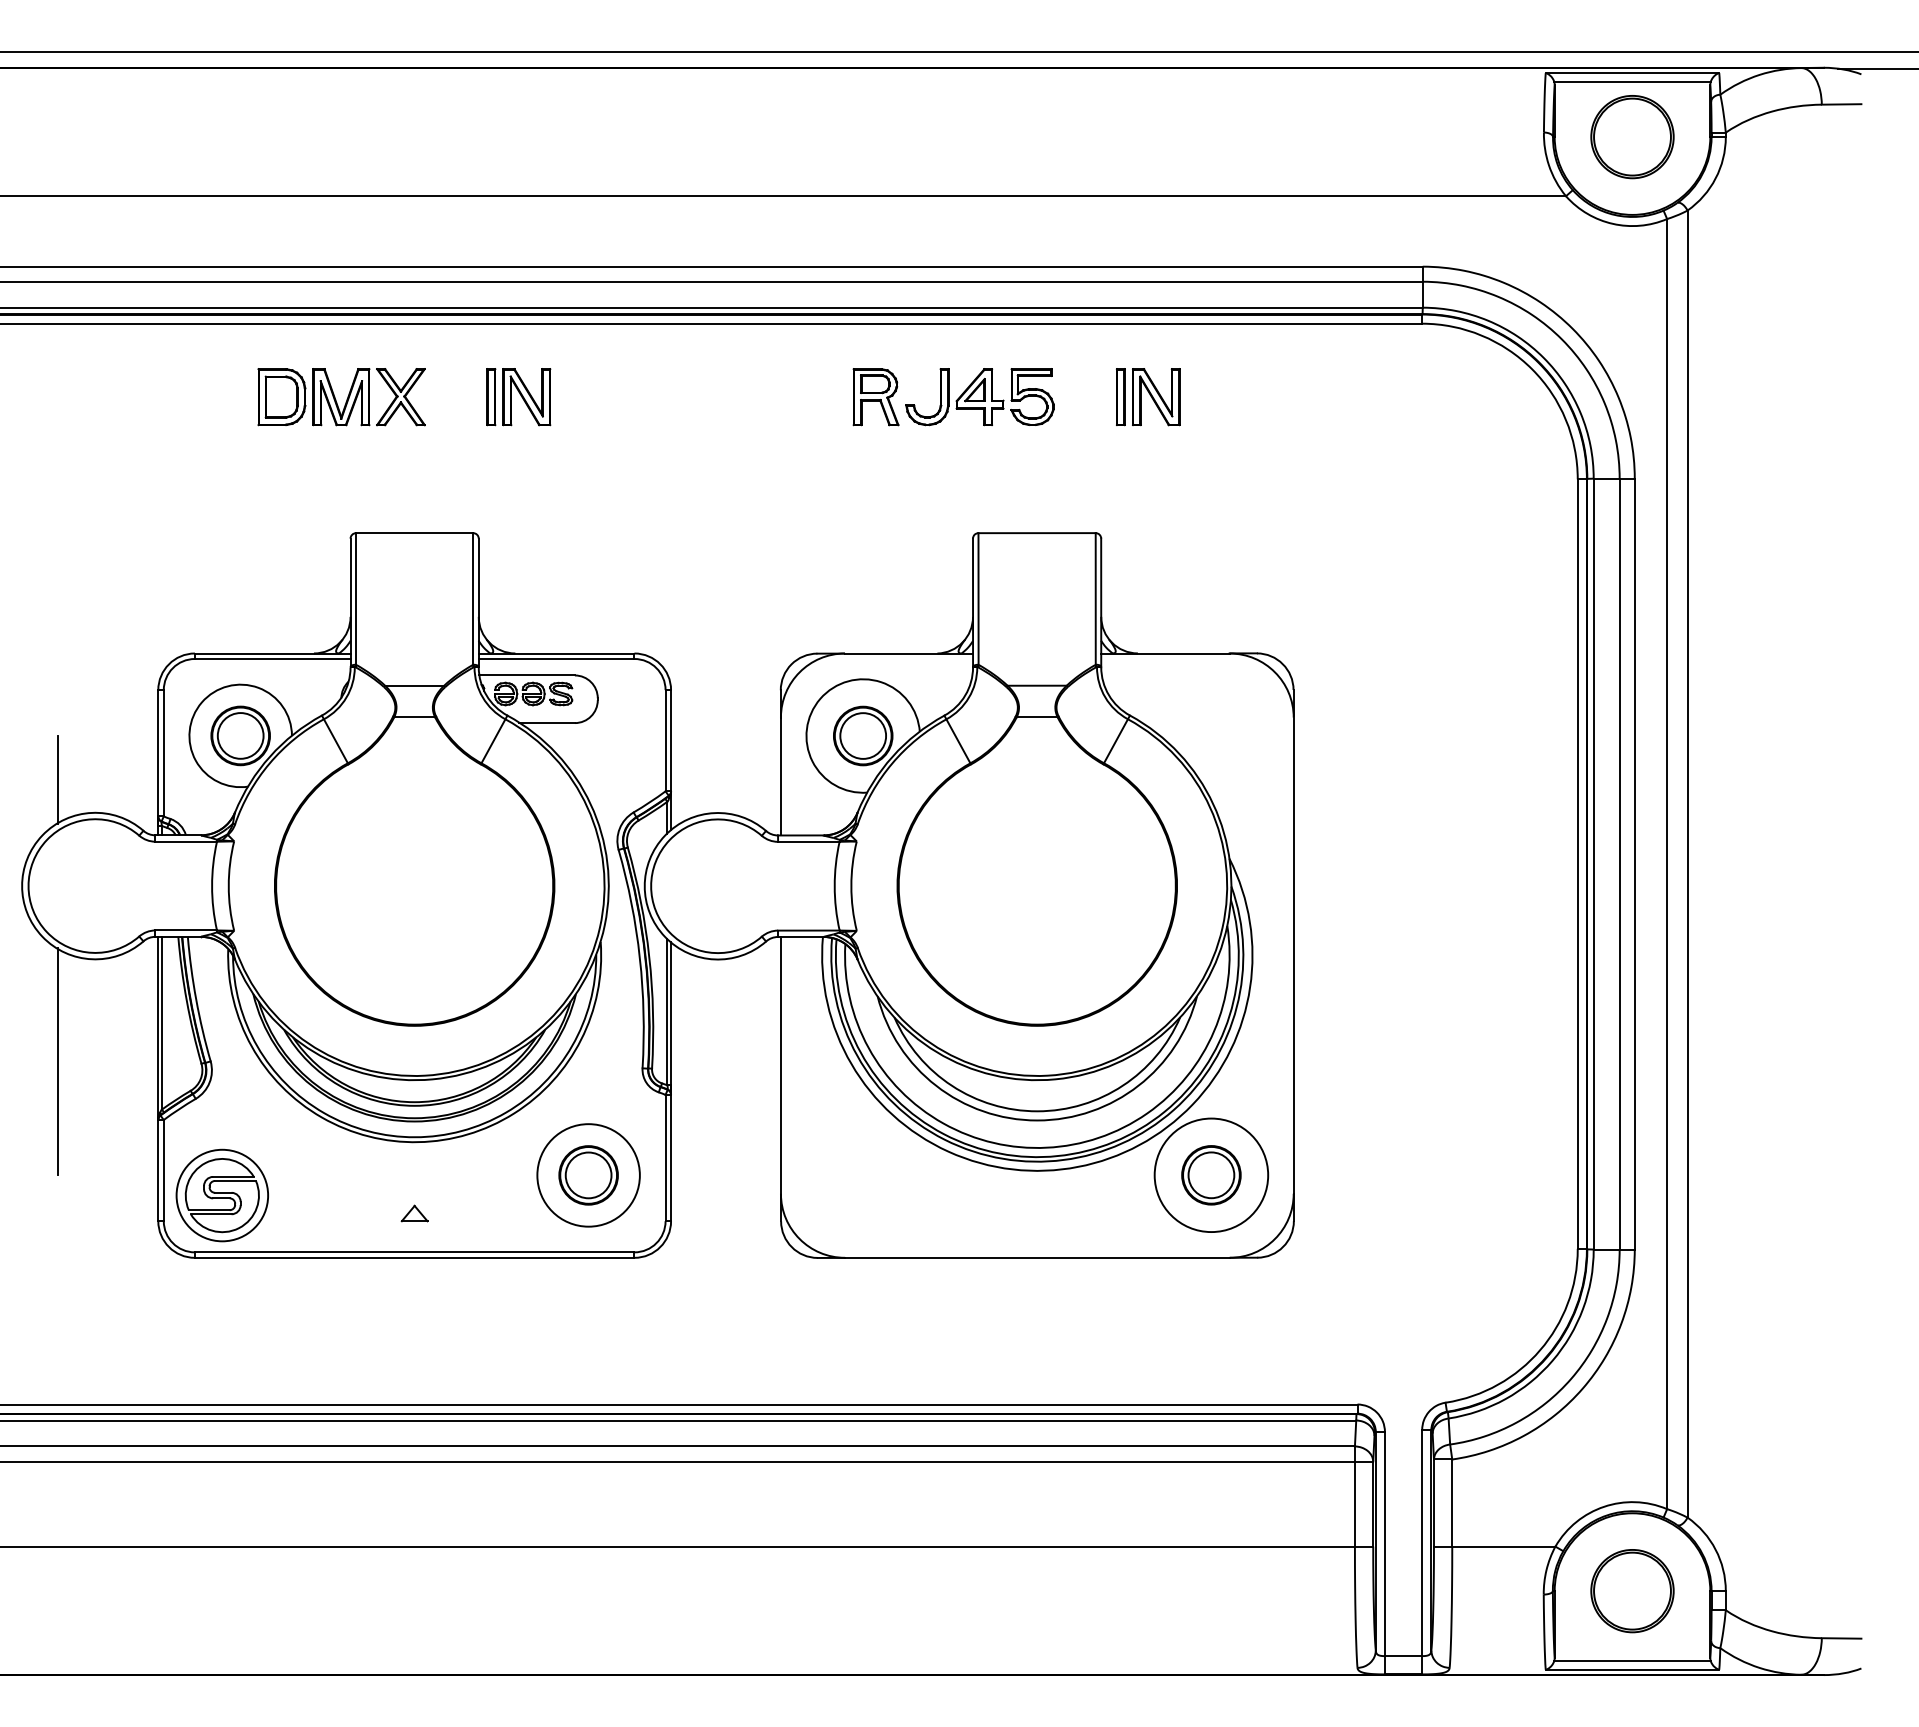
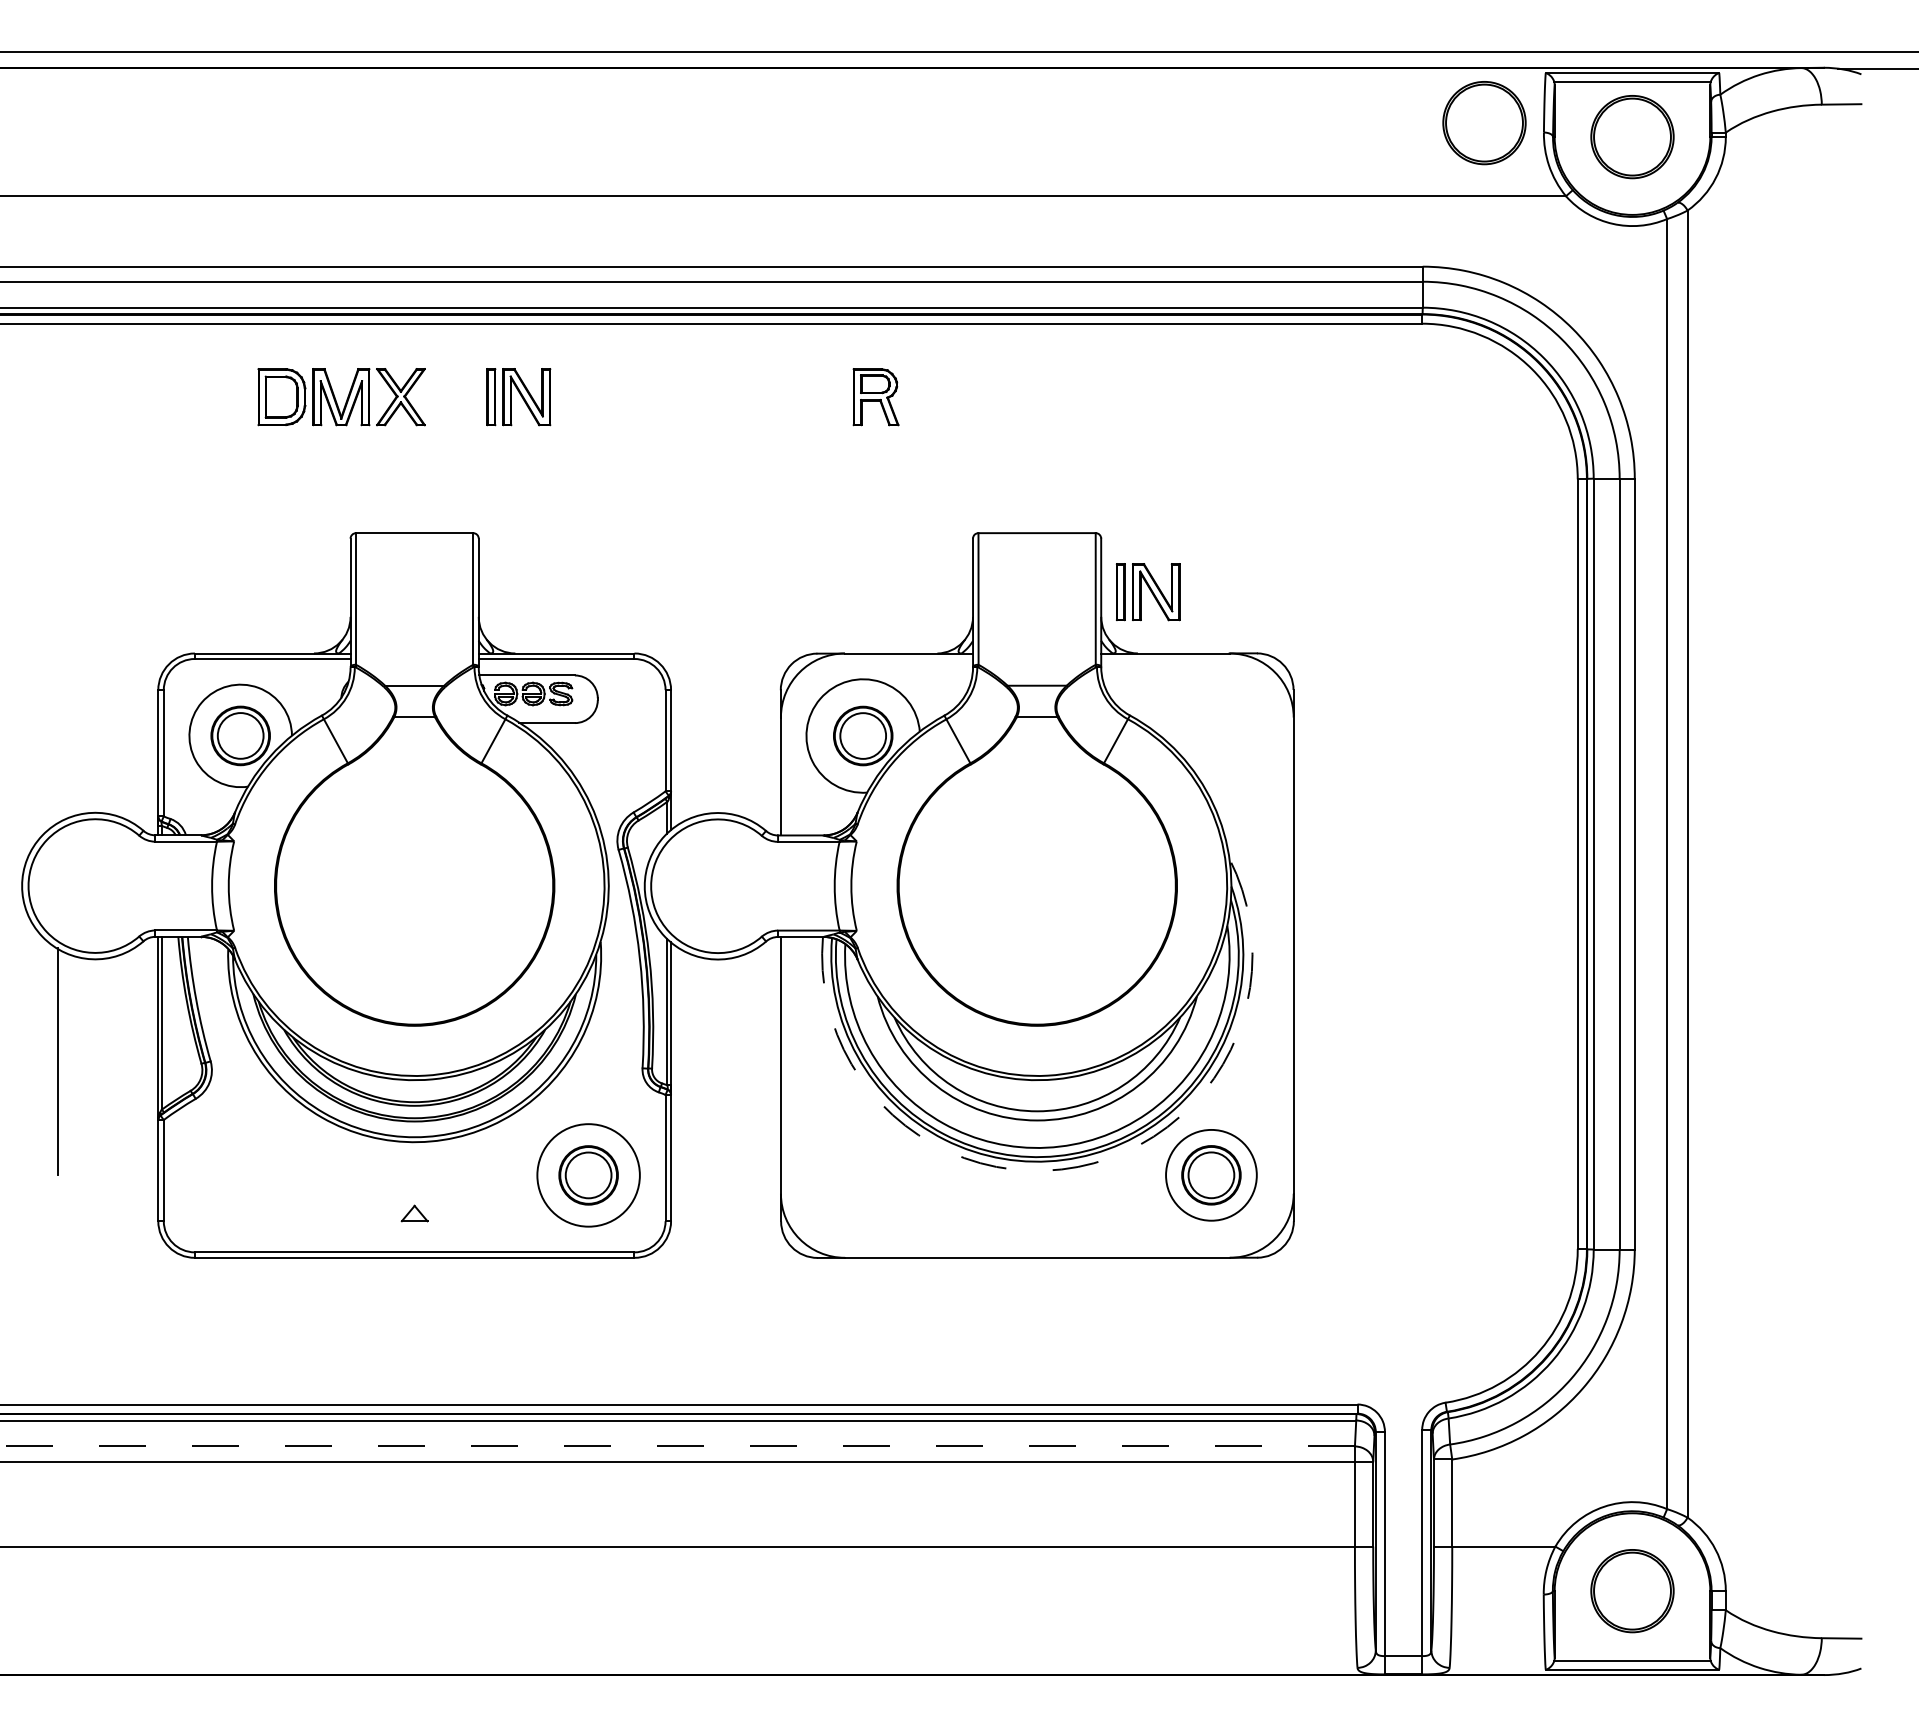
part at (1484, 123): none -> present
part at (979, 397): present -> none
part at (1148, 397) position: (1148, 397) -> (1148, 592)
line at (57, 779): present -> none
arc at (1078, 1166): solid -> dashed
circle at (1211, 1175) diameter: 113 px -> 91 px
part at (221, 1195): present -> none
line at (677, 1446): solid -> dashed
